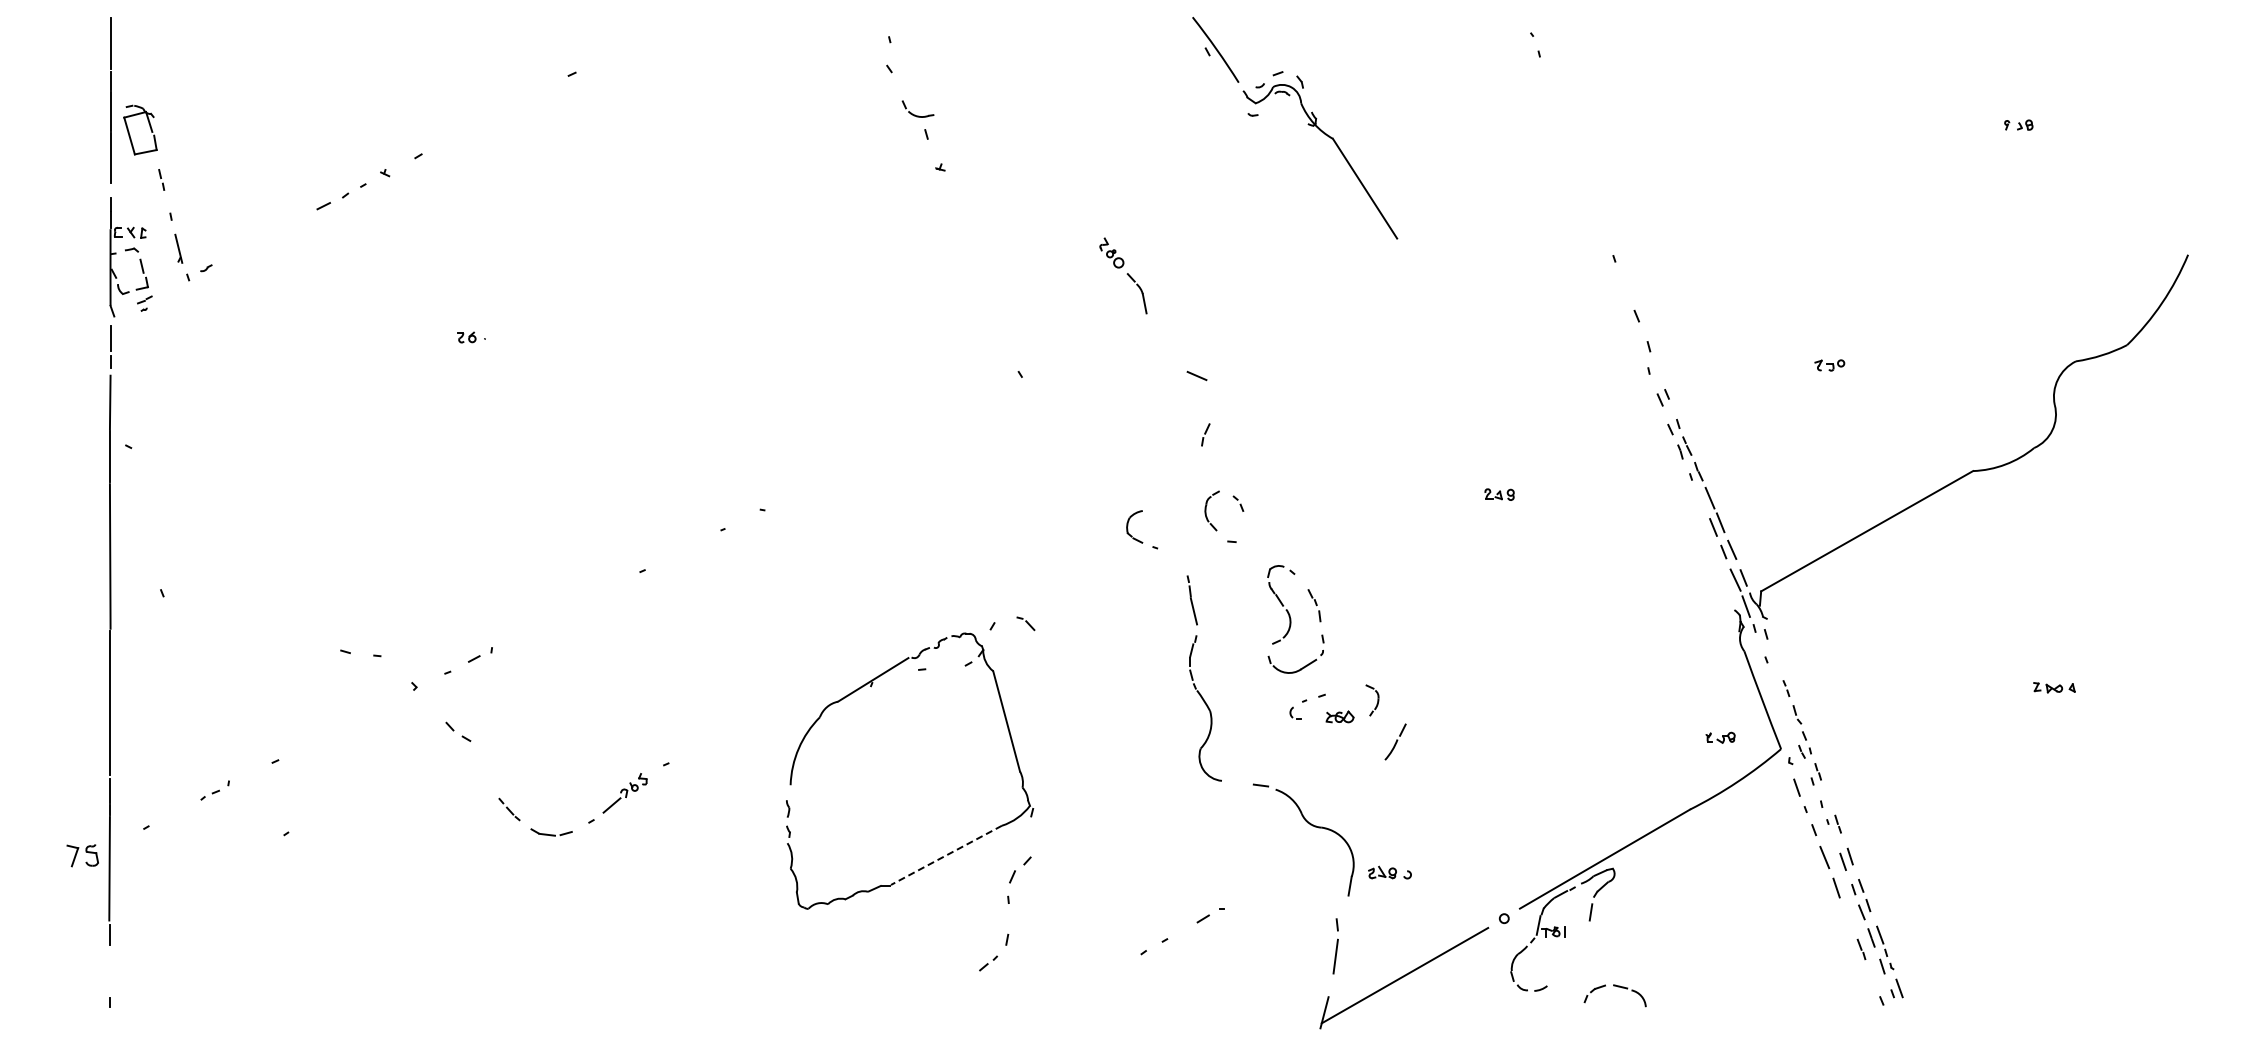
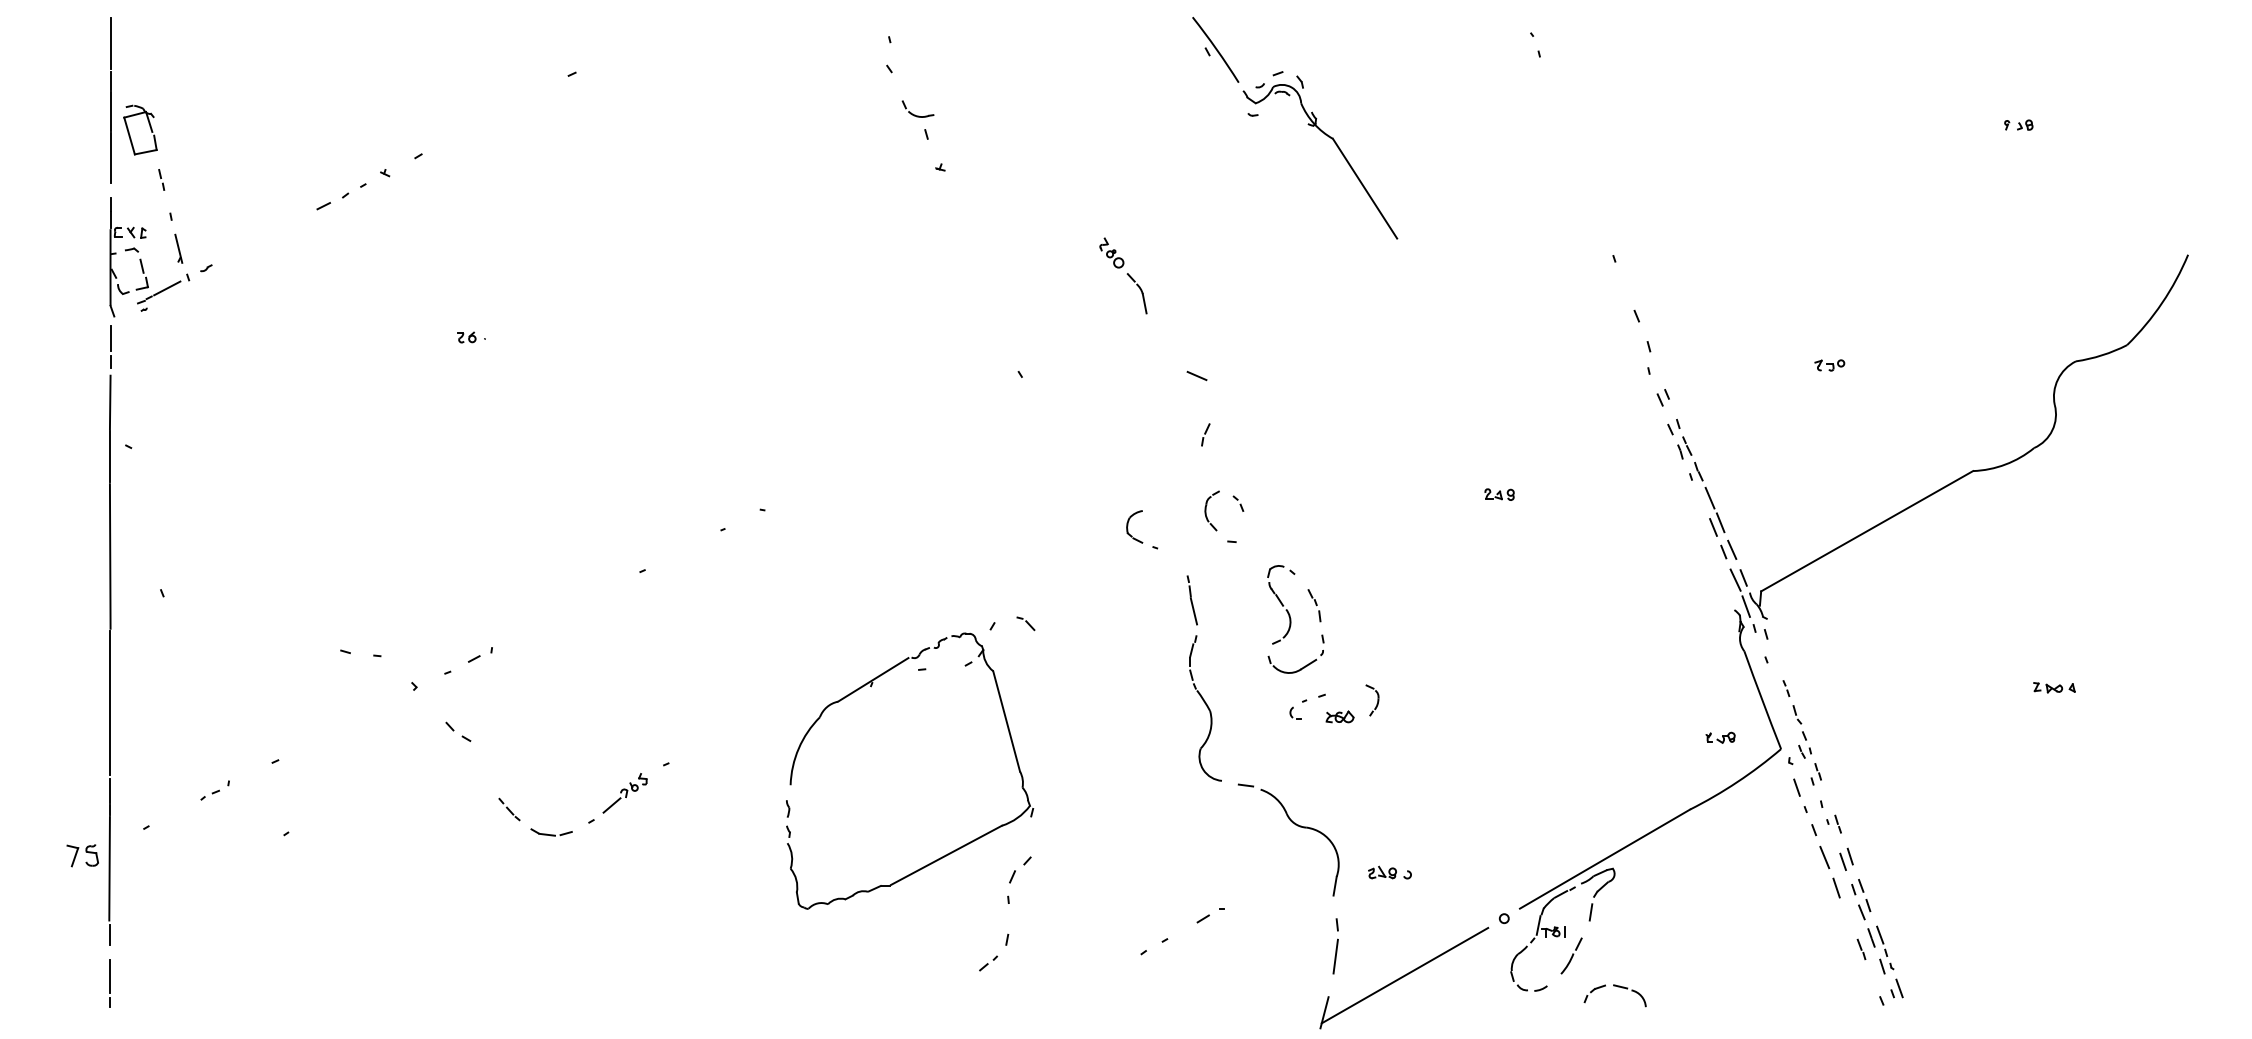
line at (167, 288): none -> present
part at (1395, 741) position: (1395, 741) -> (1571, 955)
part at (1310, 825) position: (1310, 825) -> (1295, 825)
line at (946, 855): dashed -> solid
line at (109, 975): none -> present
